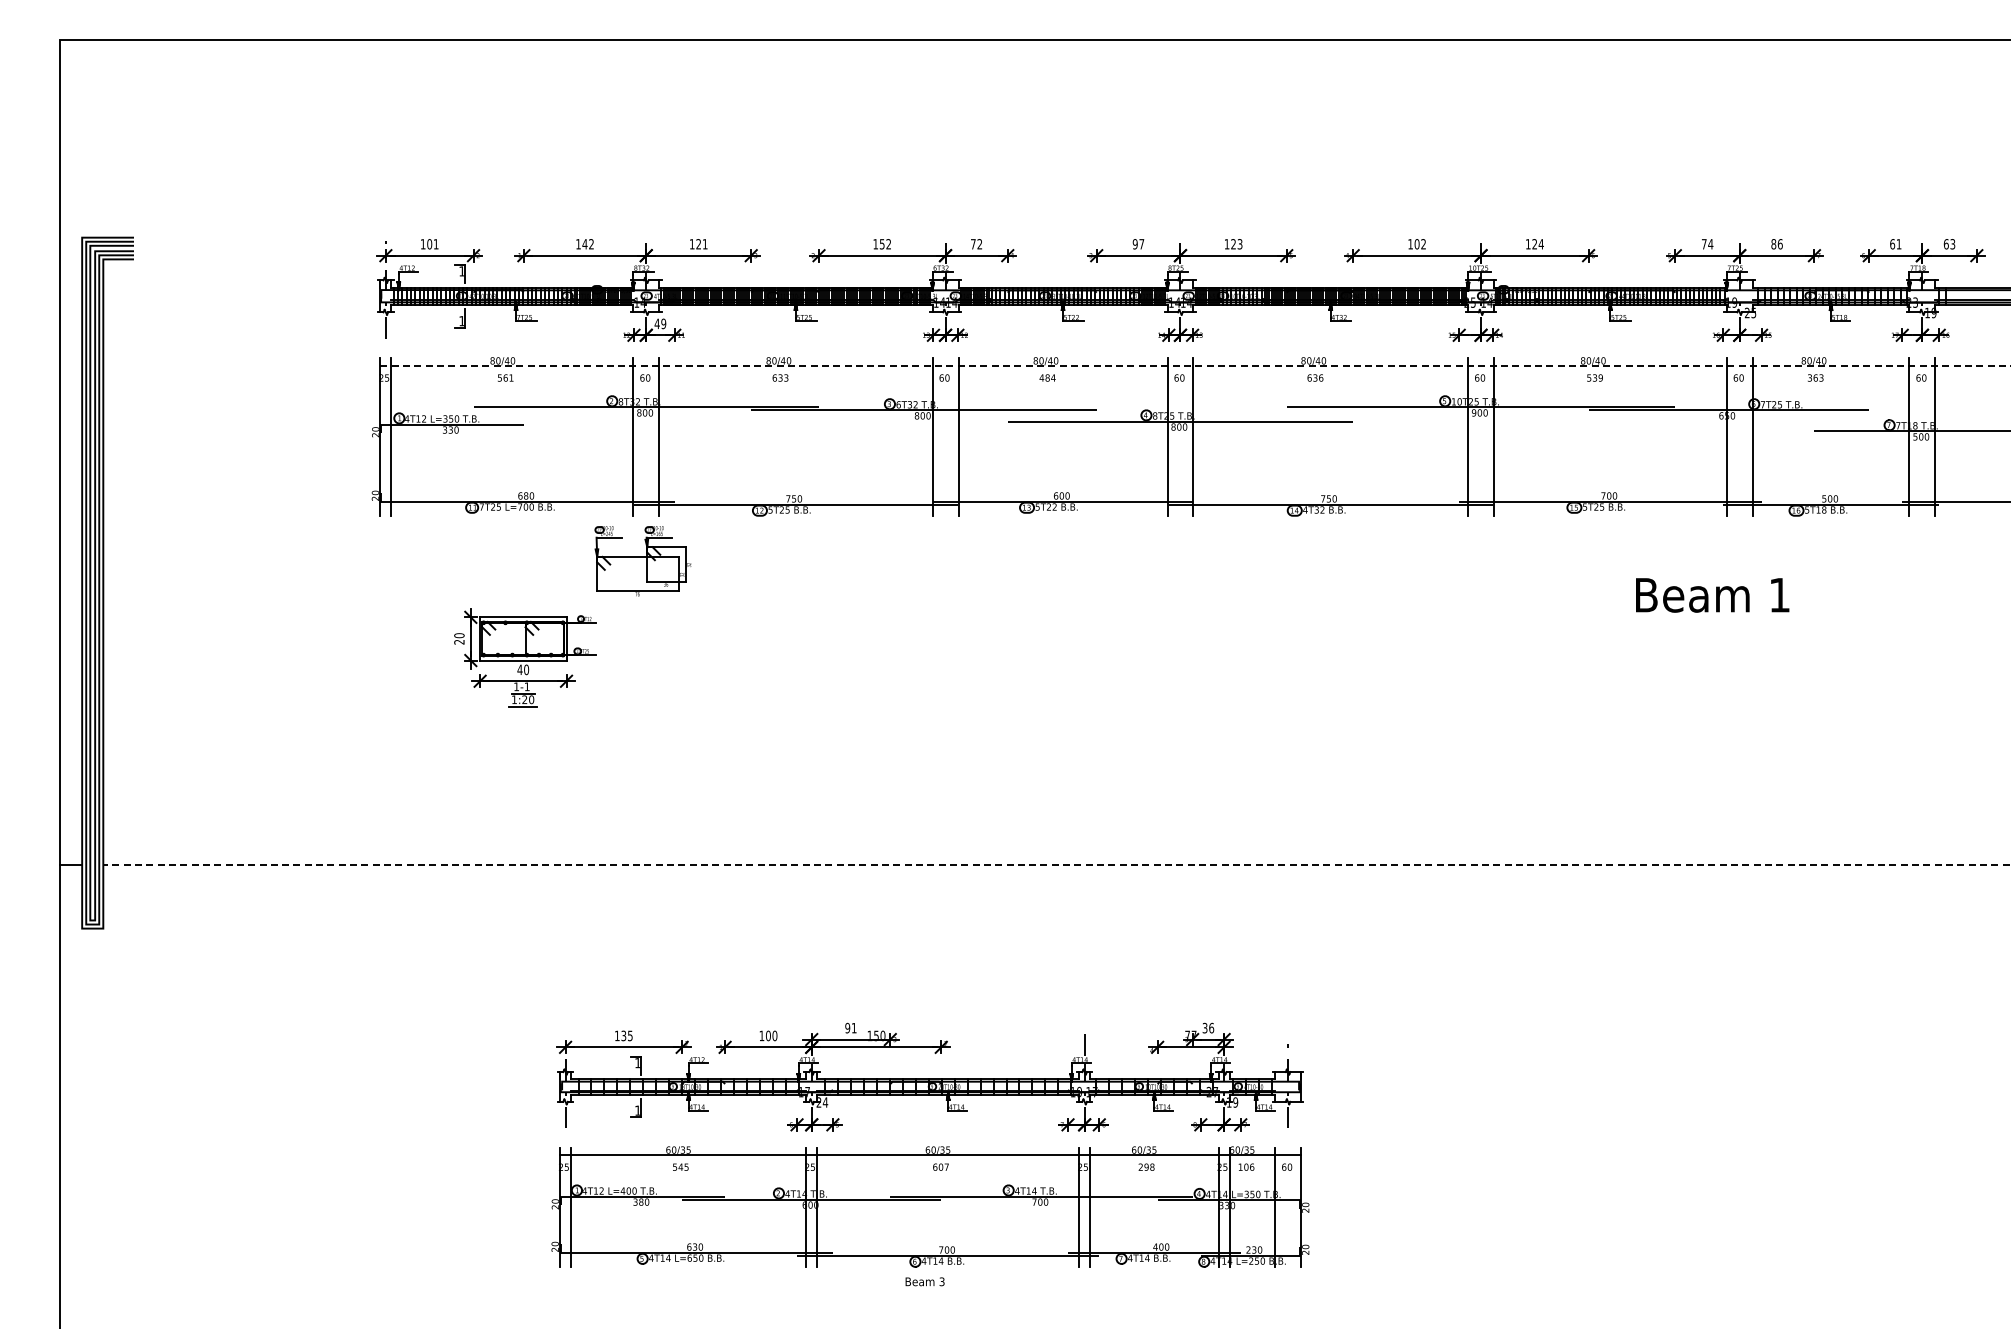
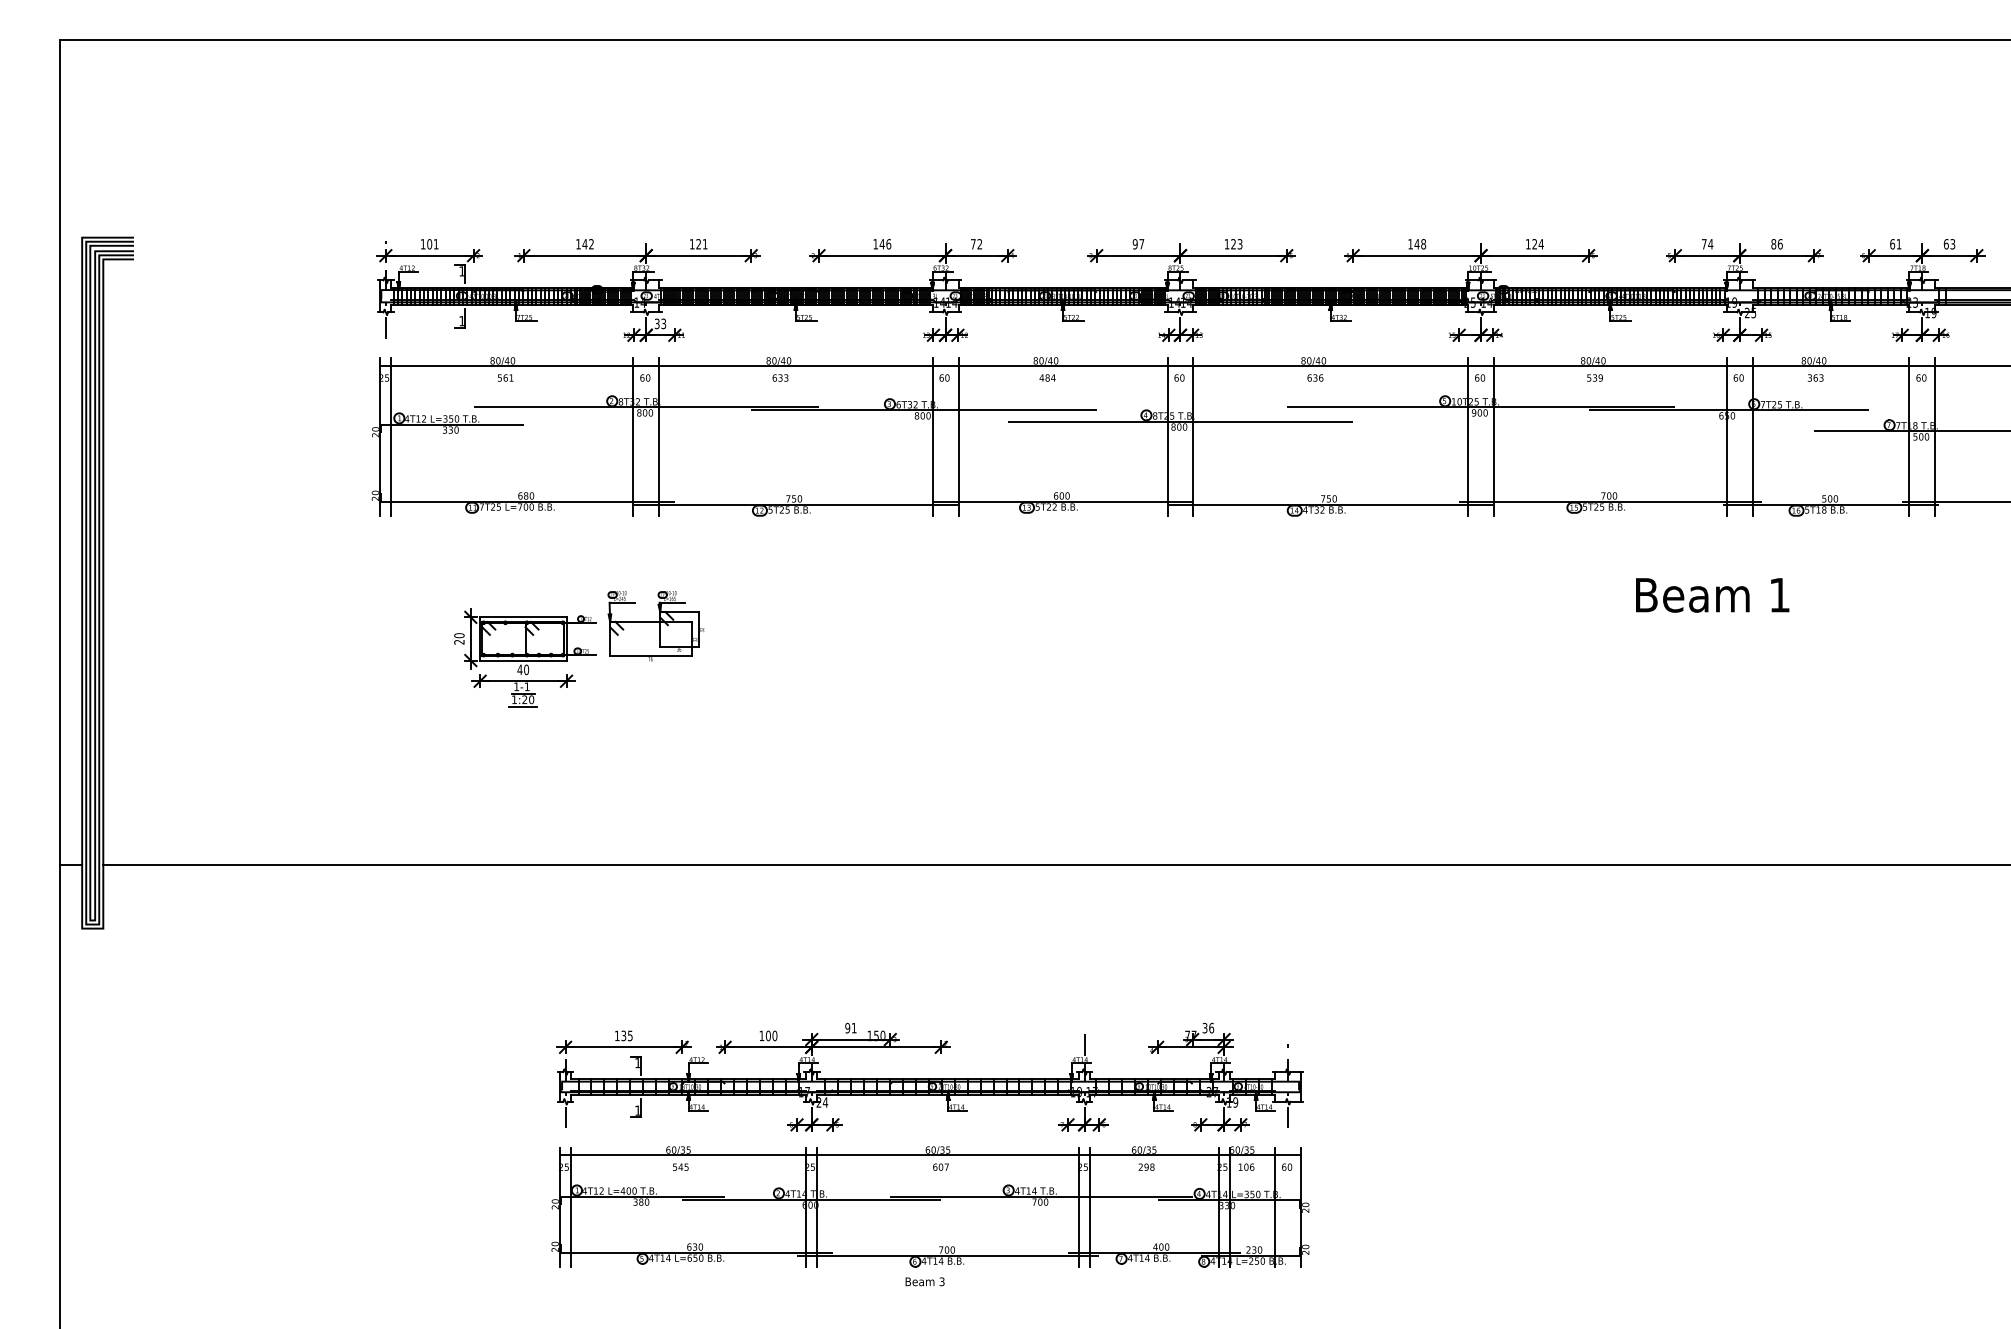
text at (885, 244): 152 -> 146
text at (1420, 244): 102 -> 148
text at (660, 323): 49 -> 33
line at (1196, 365): dashed -> solid
part at (642, 561) position: (642, 561) -> (655, 626)
line at (1056, 865): dashed -> solid
